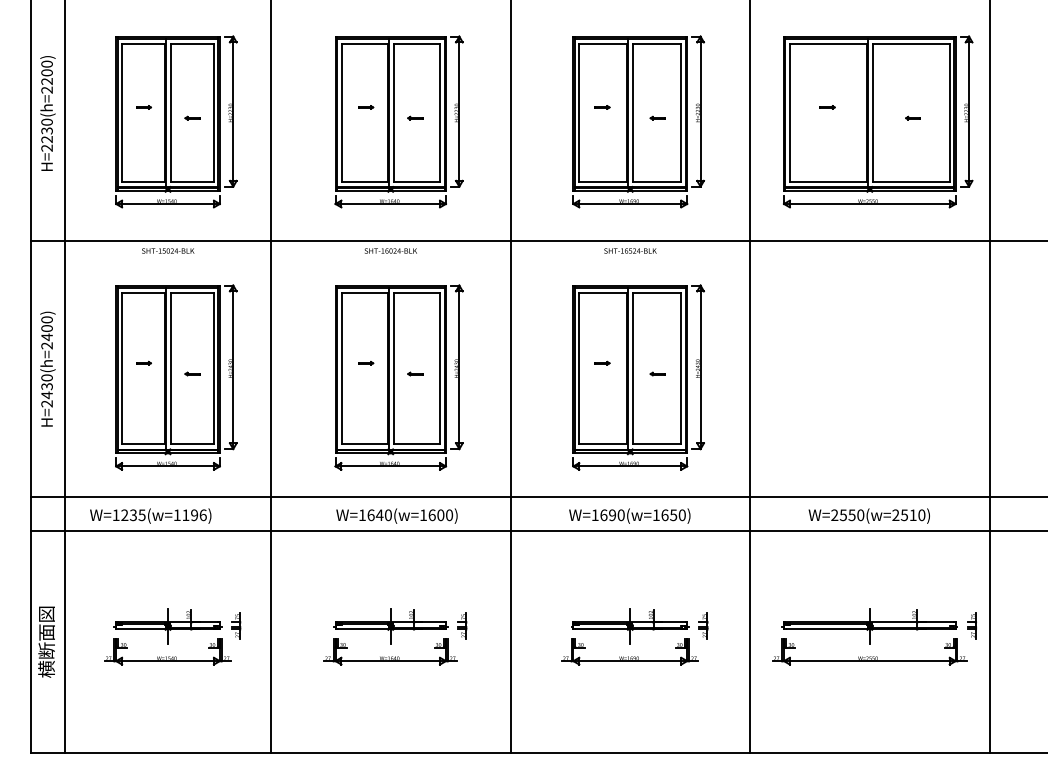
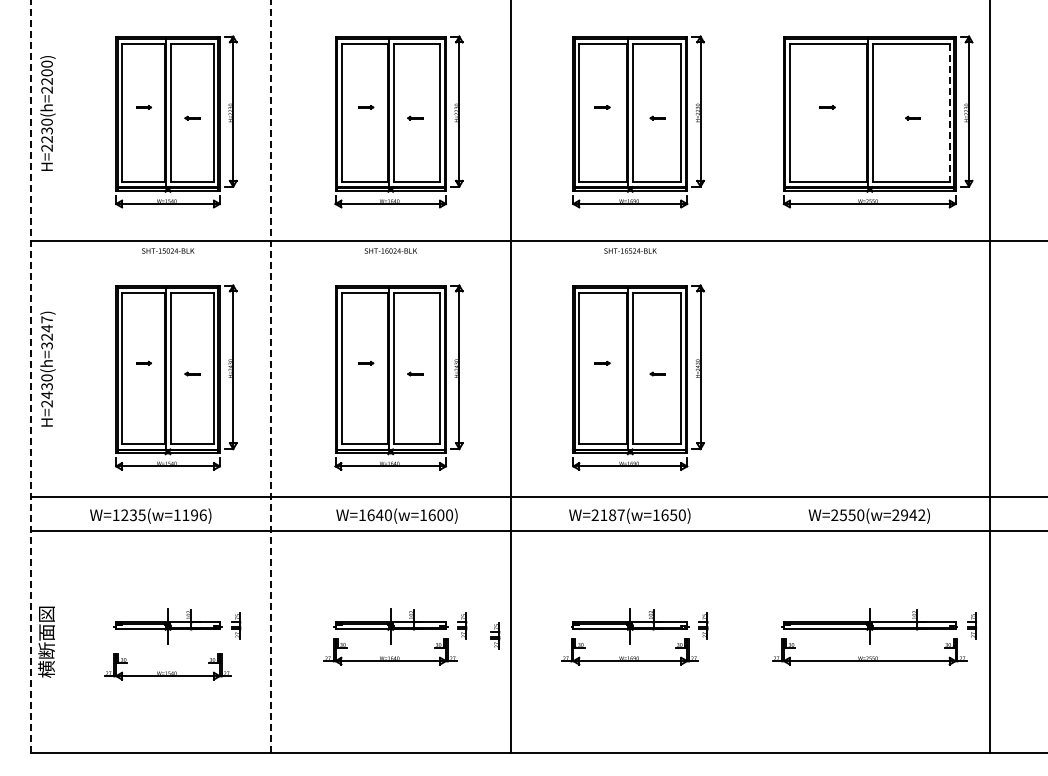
line at (949, 113): solid -> dashed
text at (46, 332): H=2430(h=2400) -> H=2430(h=3247)
line at (31, 376): solid -> dashed
line at (270, 376): solid -> dashed
line at (65, 377): present -> none
line at (750, 377): present -> none
text at (607, 515): W=1690(w=1650) -> W=2187(w=1650)
text at (912, 515): W=2550(w=2510) -> W=2550(w=2942)
part at (495, 635): none -> present
part at (167, 651) position: (167, 651) -> (167, 666)
